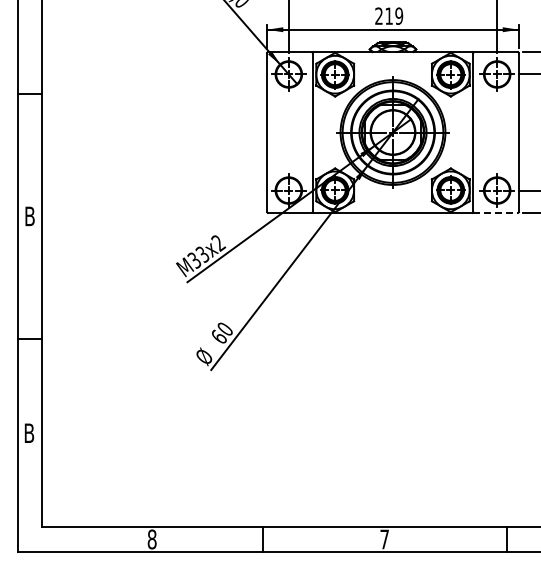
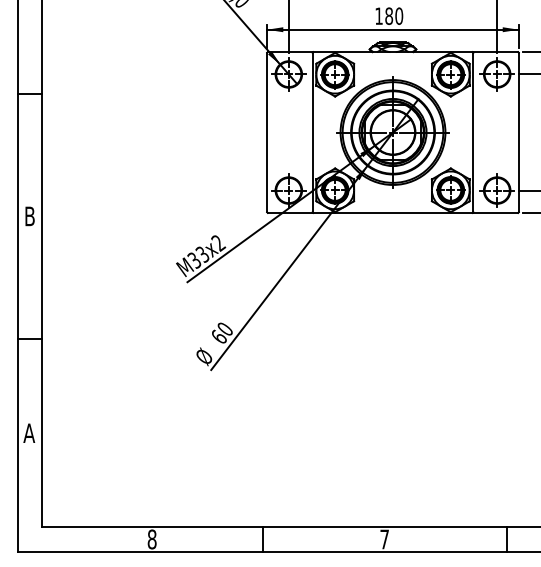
text at (389, 15): 219 -> 180
line at (495, 212): dashed -> solid
text at (29, 432): B -> A
